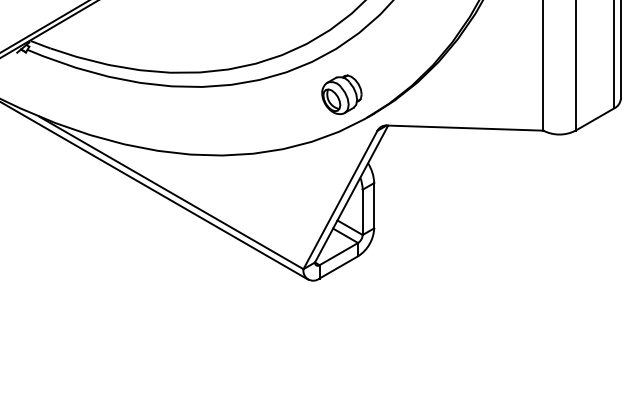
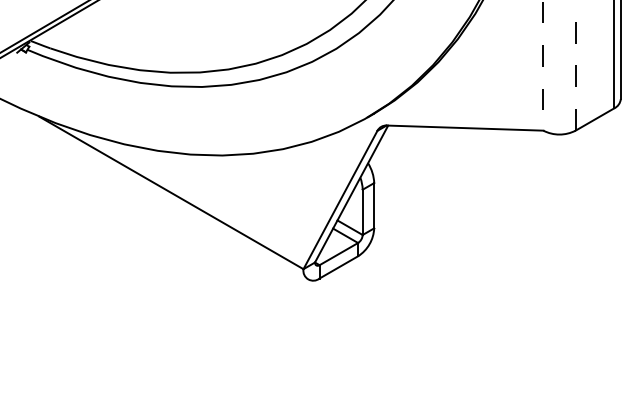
line at (543, 65): solid -> dashed
line at (575, 65): solid -> dashed
part at (341, 94): present -> none
line at (155, 191): present -> none
